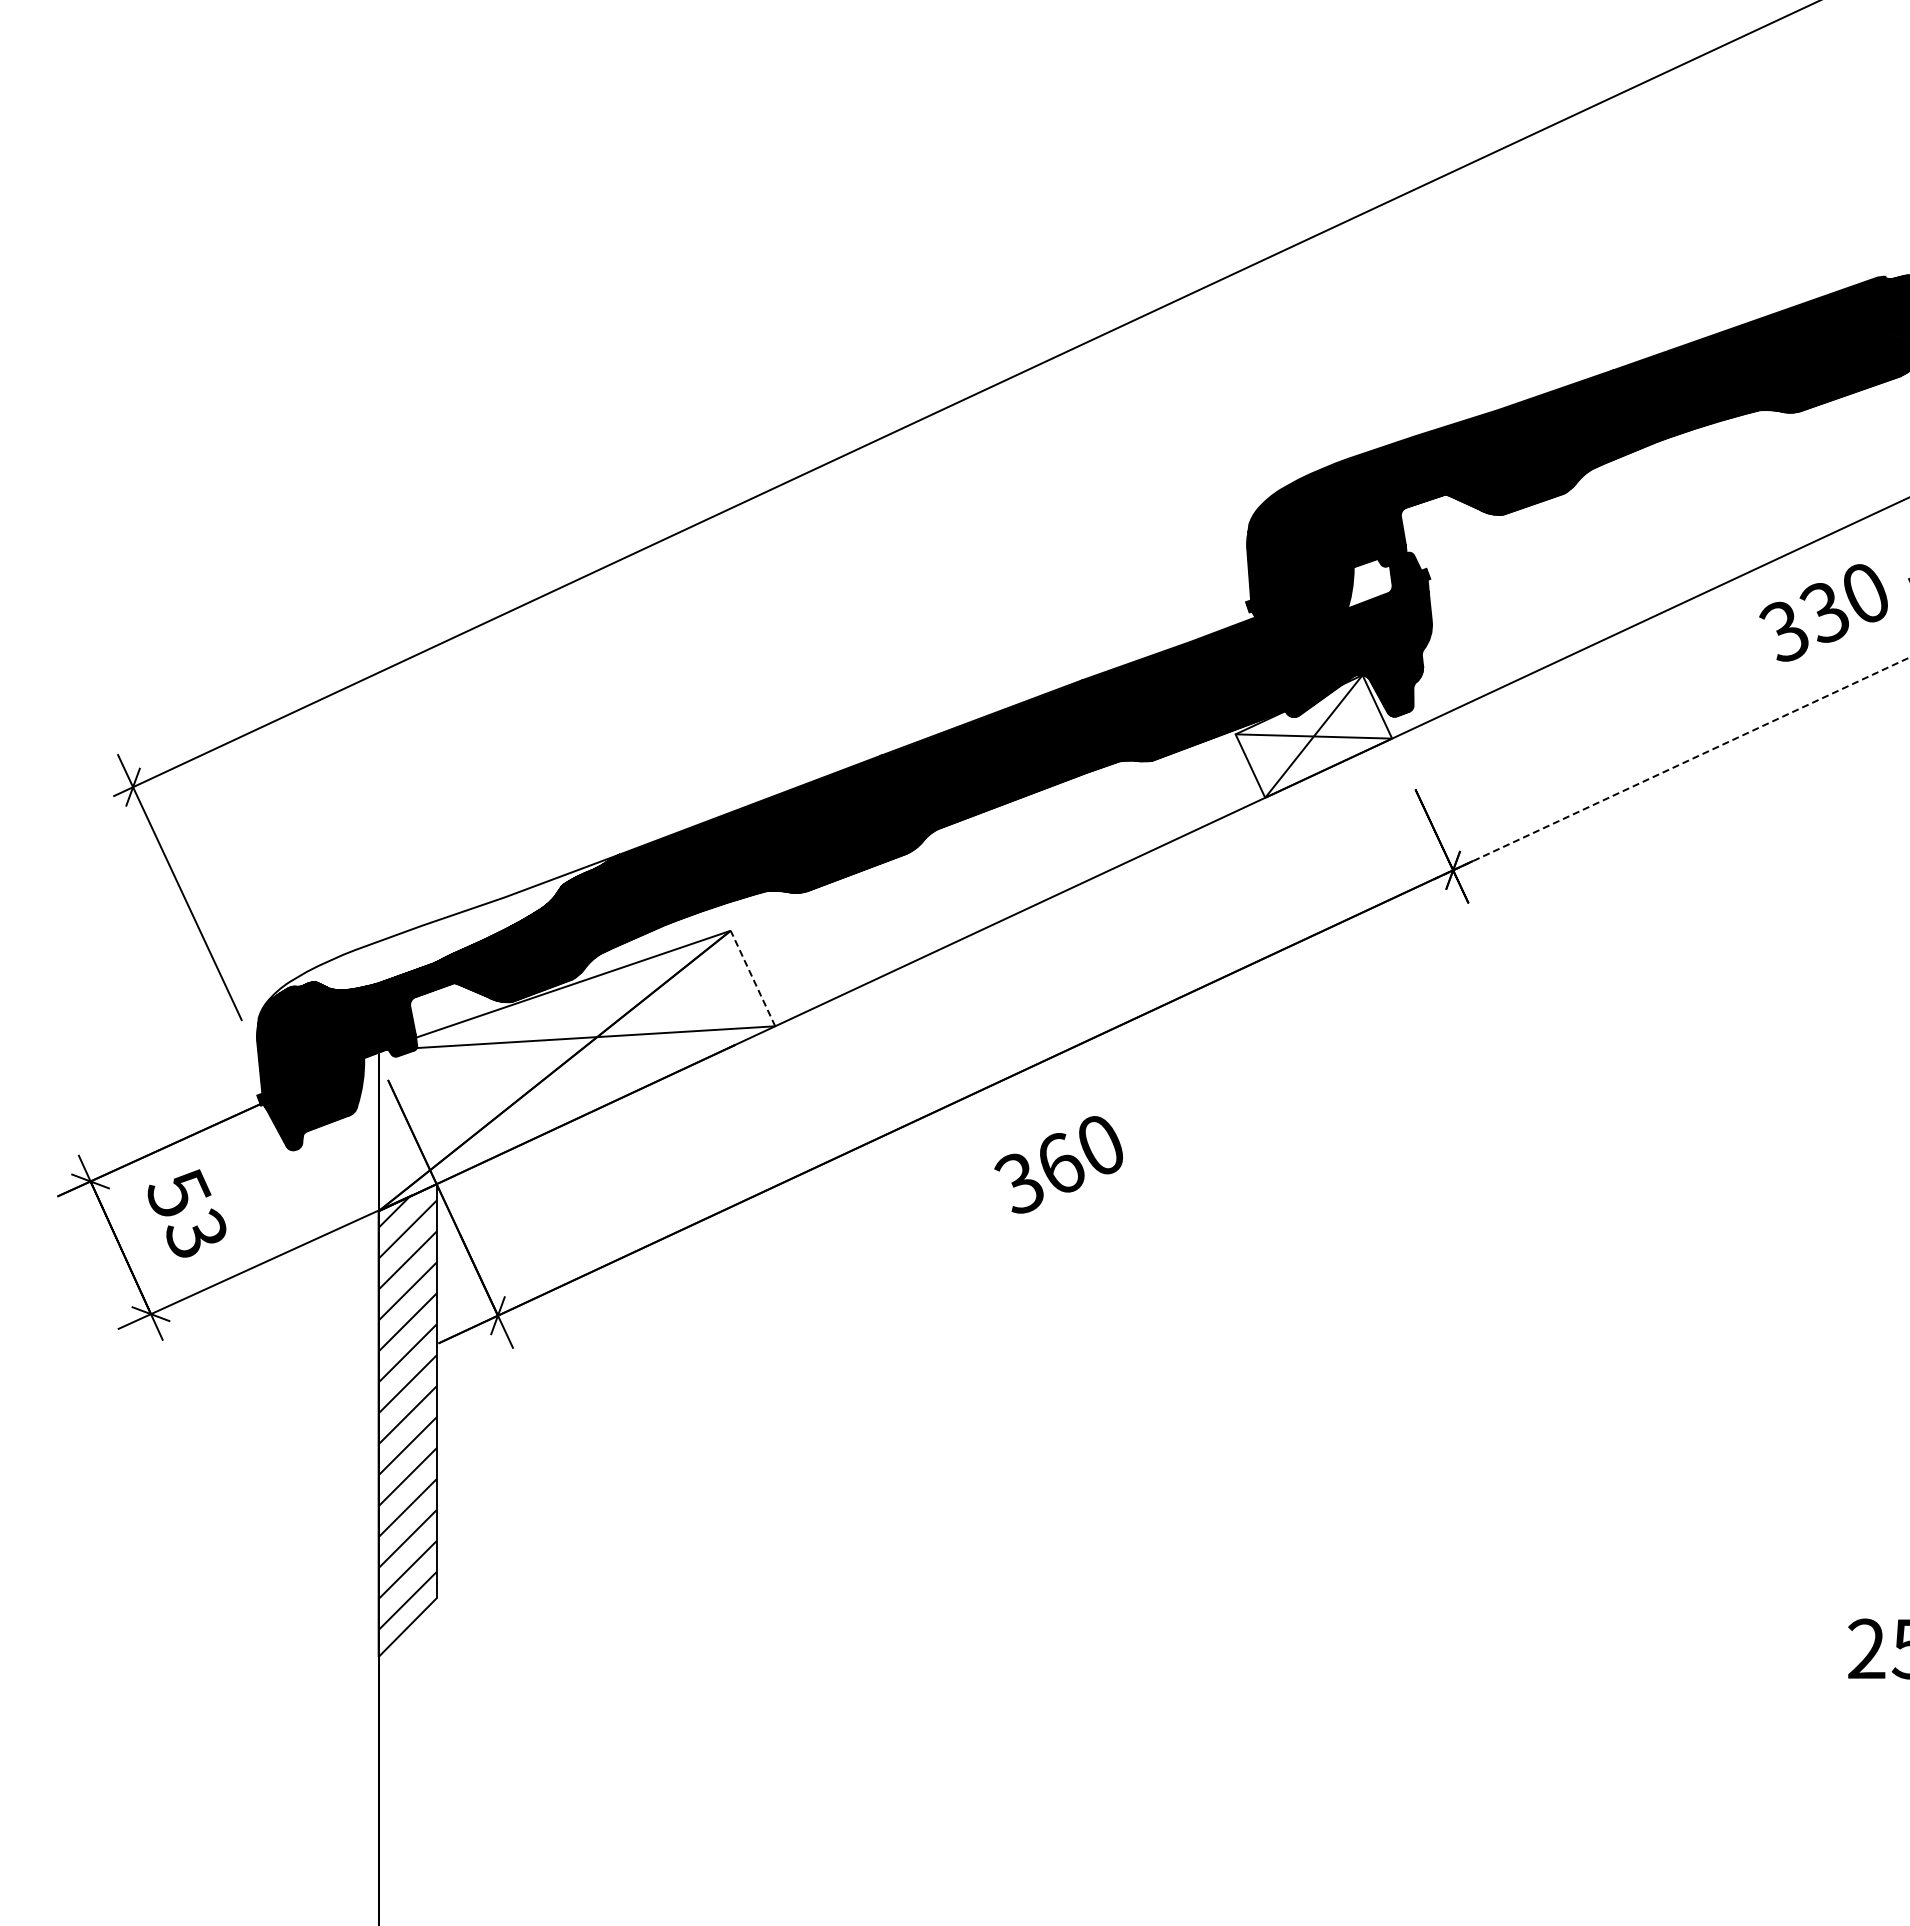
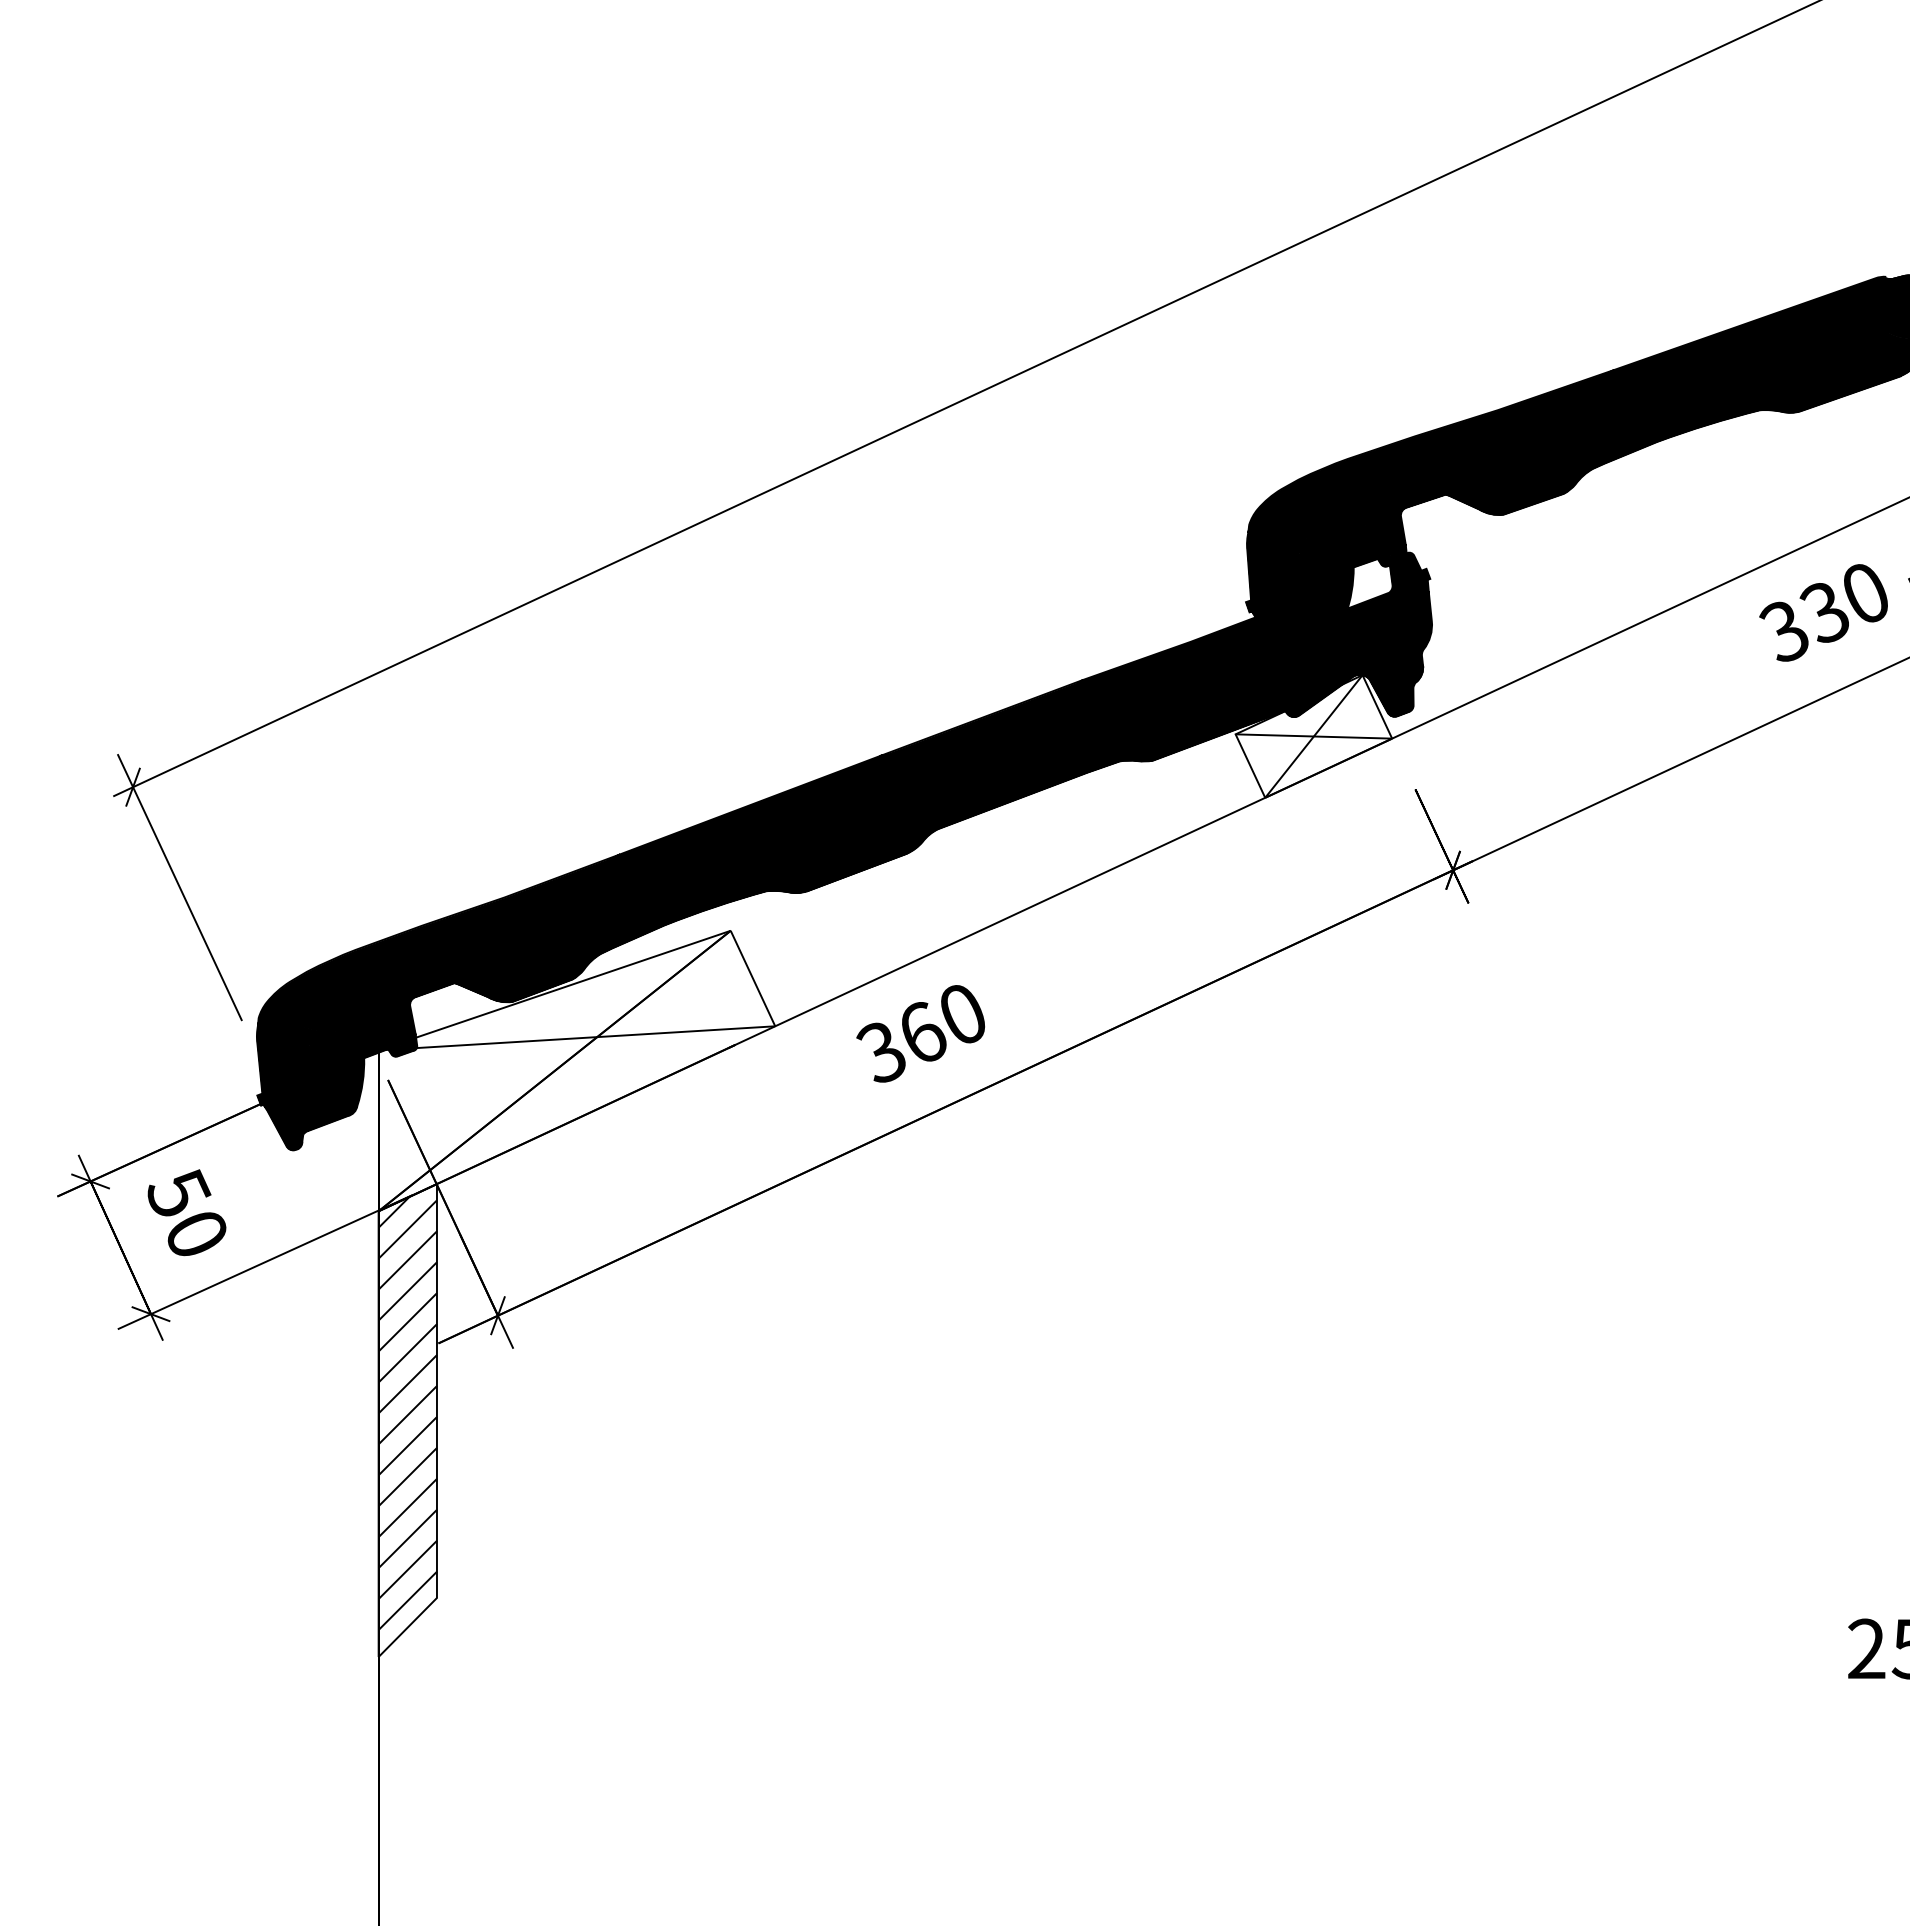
line at (1671, 768): dashed -> solid
fill at (438, 940): none -> present
line at (752, 978): dashed -> solid
text at (1058, 1164) position: (1058, 1164) -> (920, 1033)
text at (196, 1232): 53 -> 50
